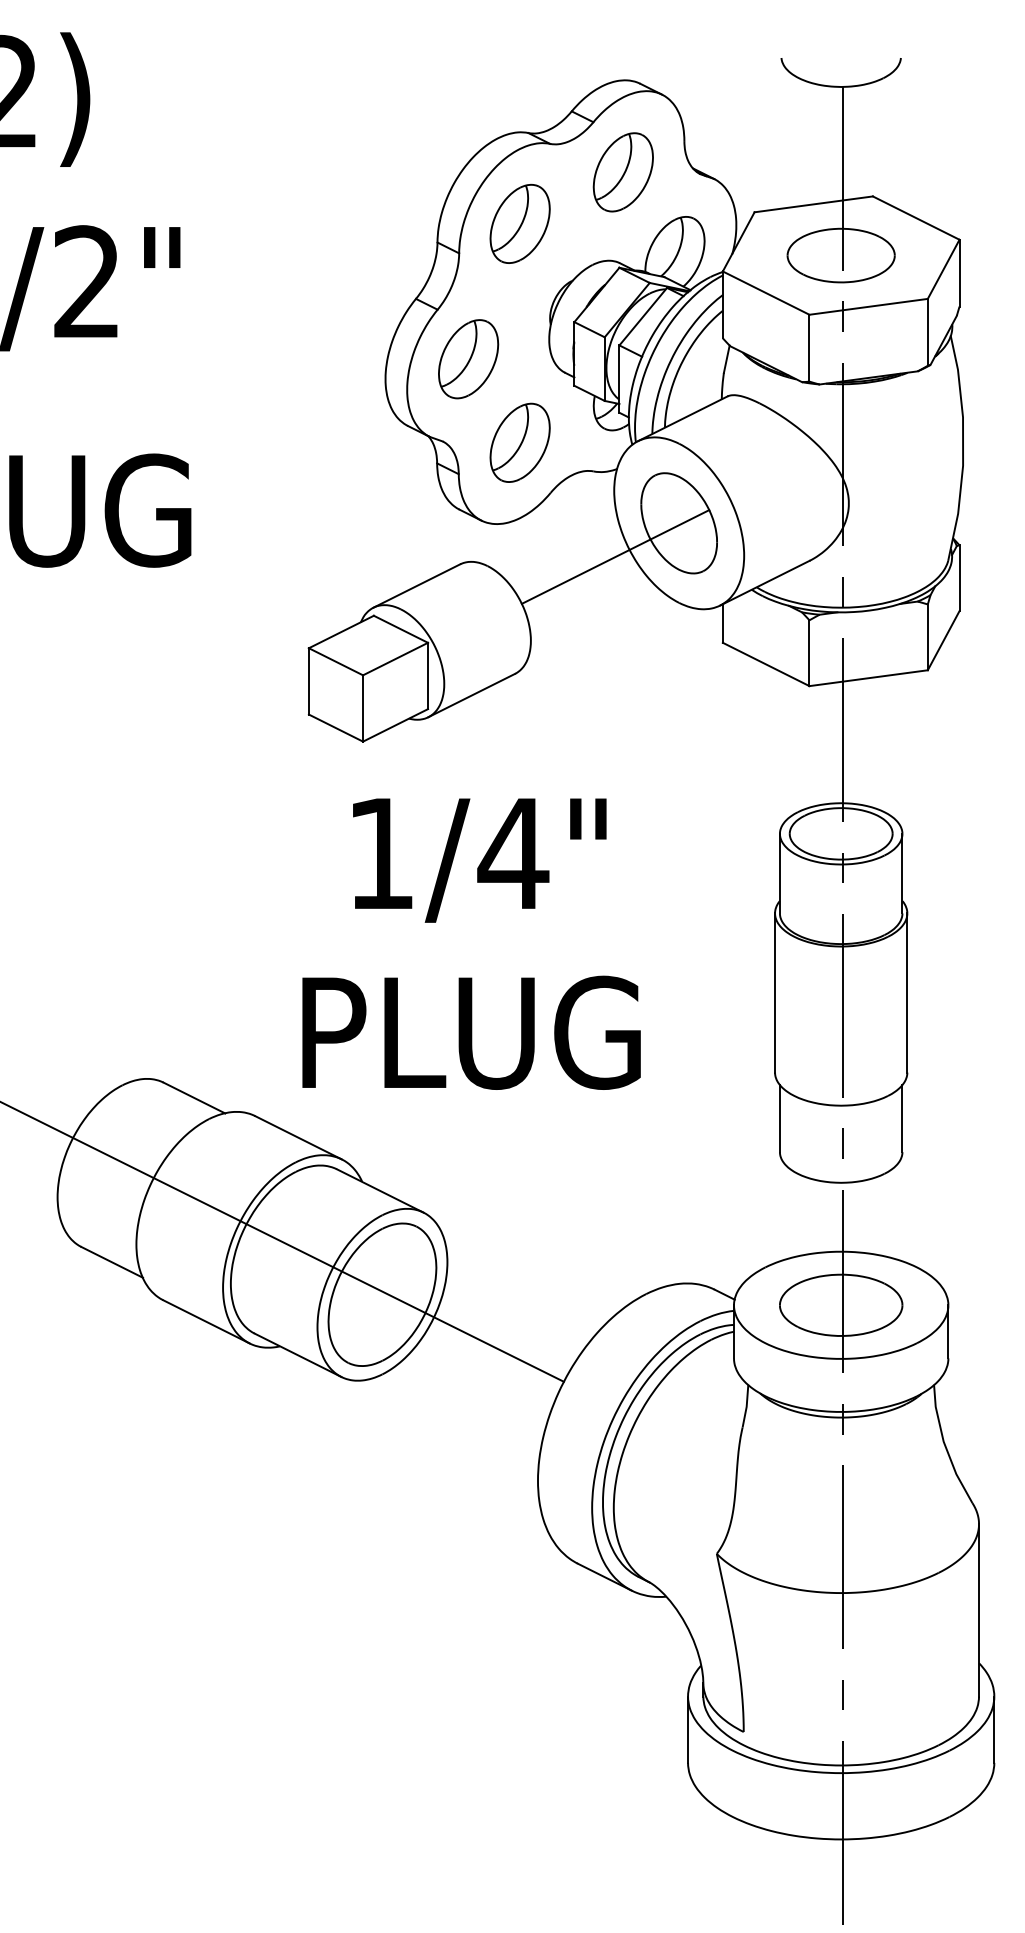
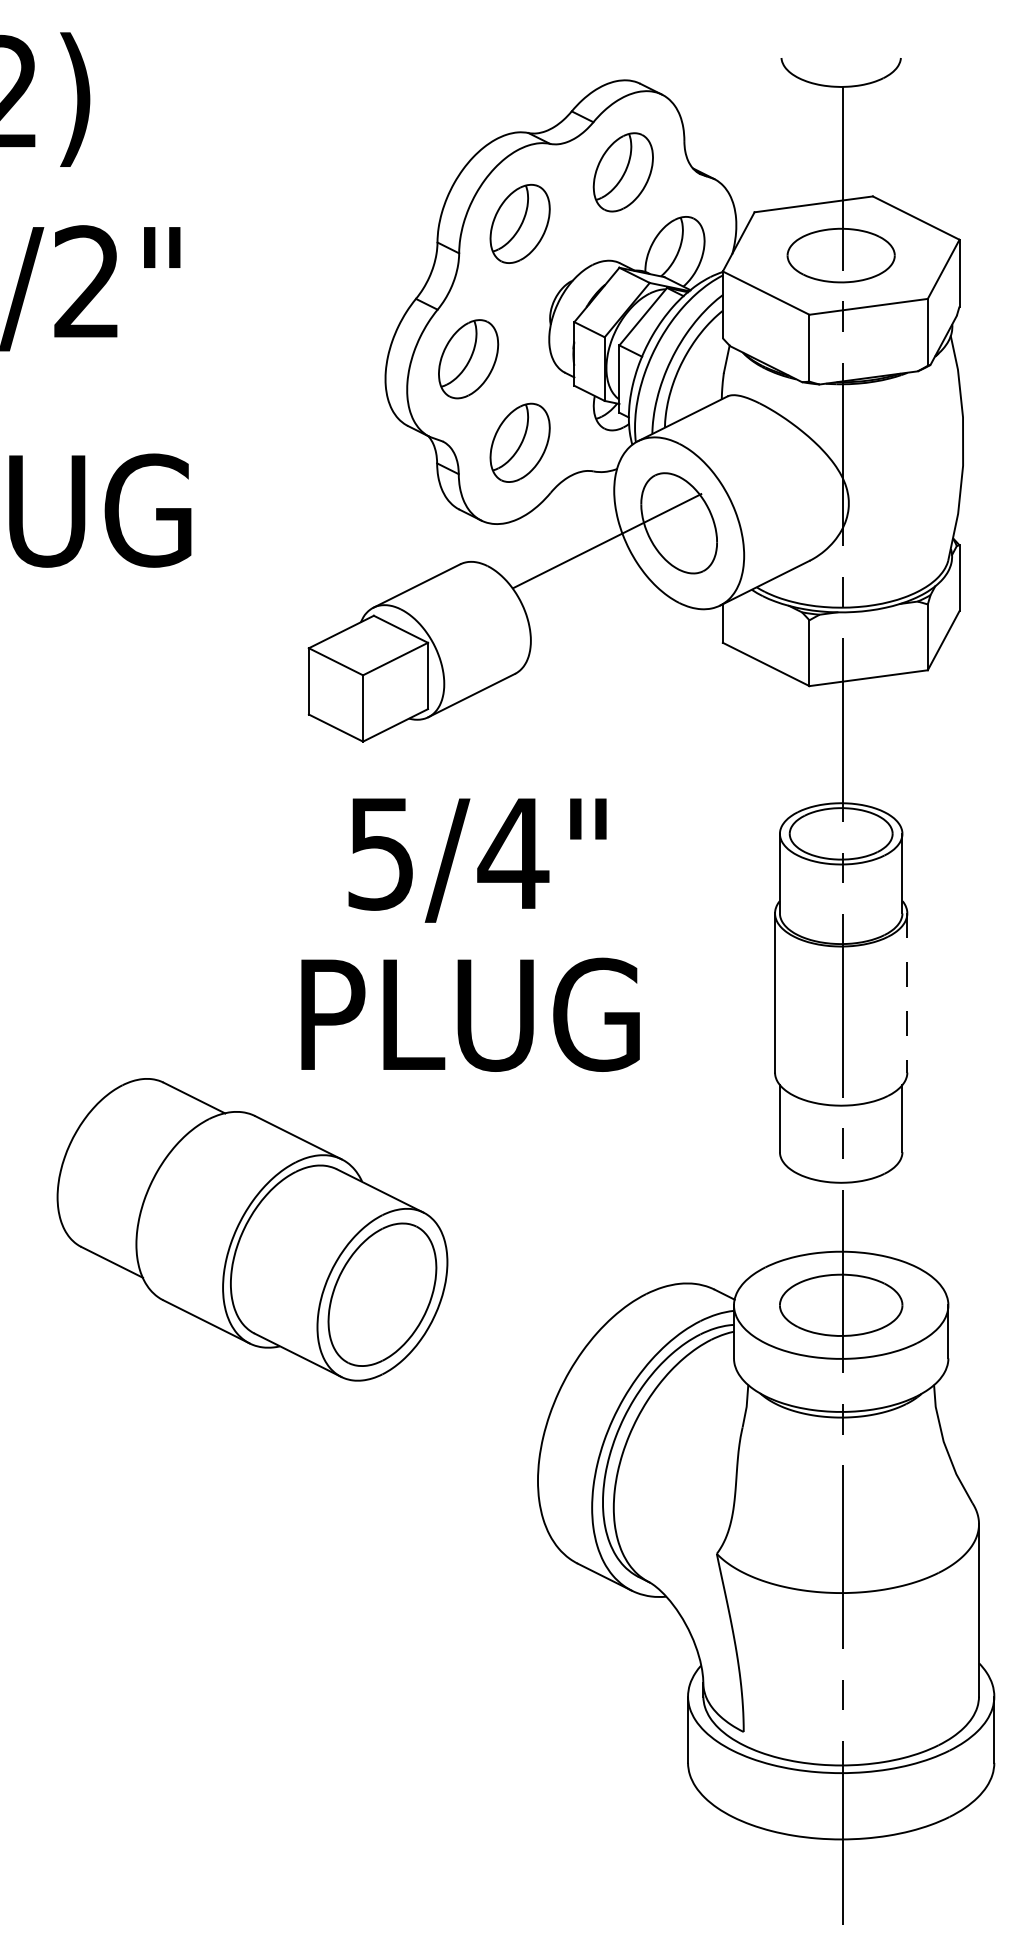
line at (615, 556) position: (615, 556) -> (607, 540)
text at (380, 854): 1/4" -> 5/4"
line at (907, 993): solid -> dashed
text at (471, 1032) position: (471, 1032) -> (470, 1014)
line at (282, 1241): present -> none
